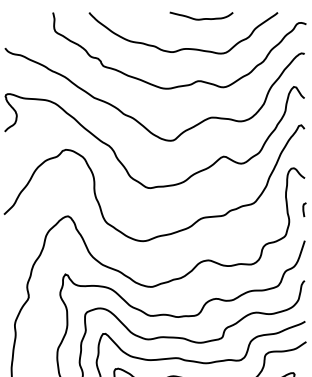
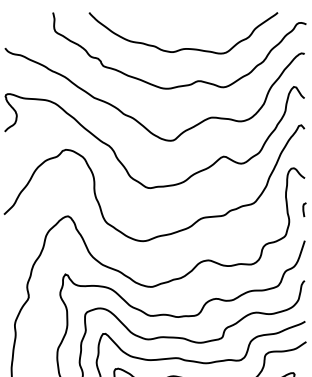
curve at (201, 18): present -> none
